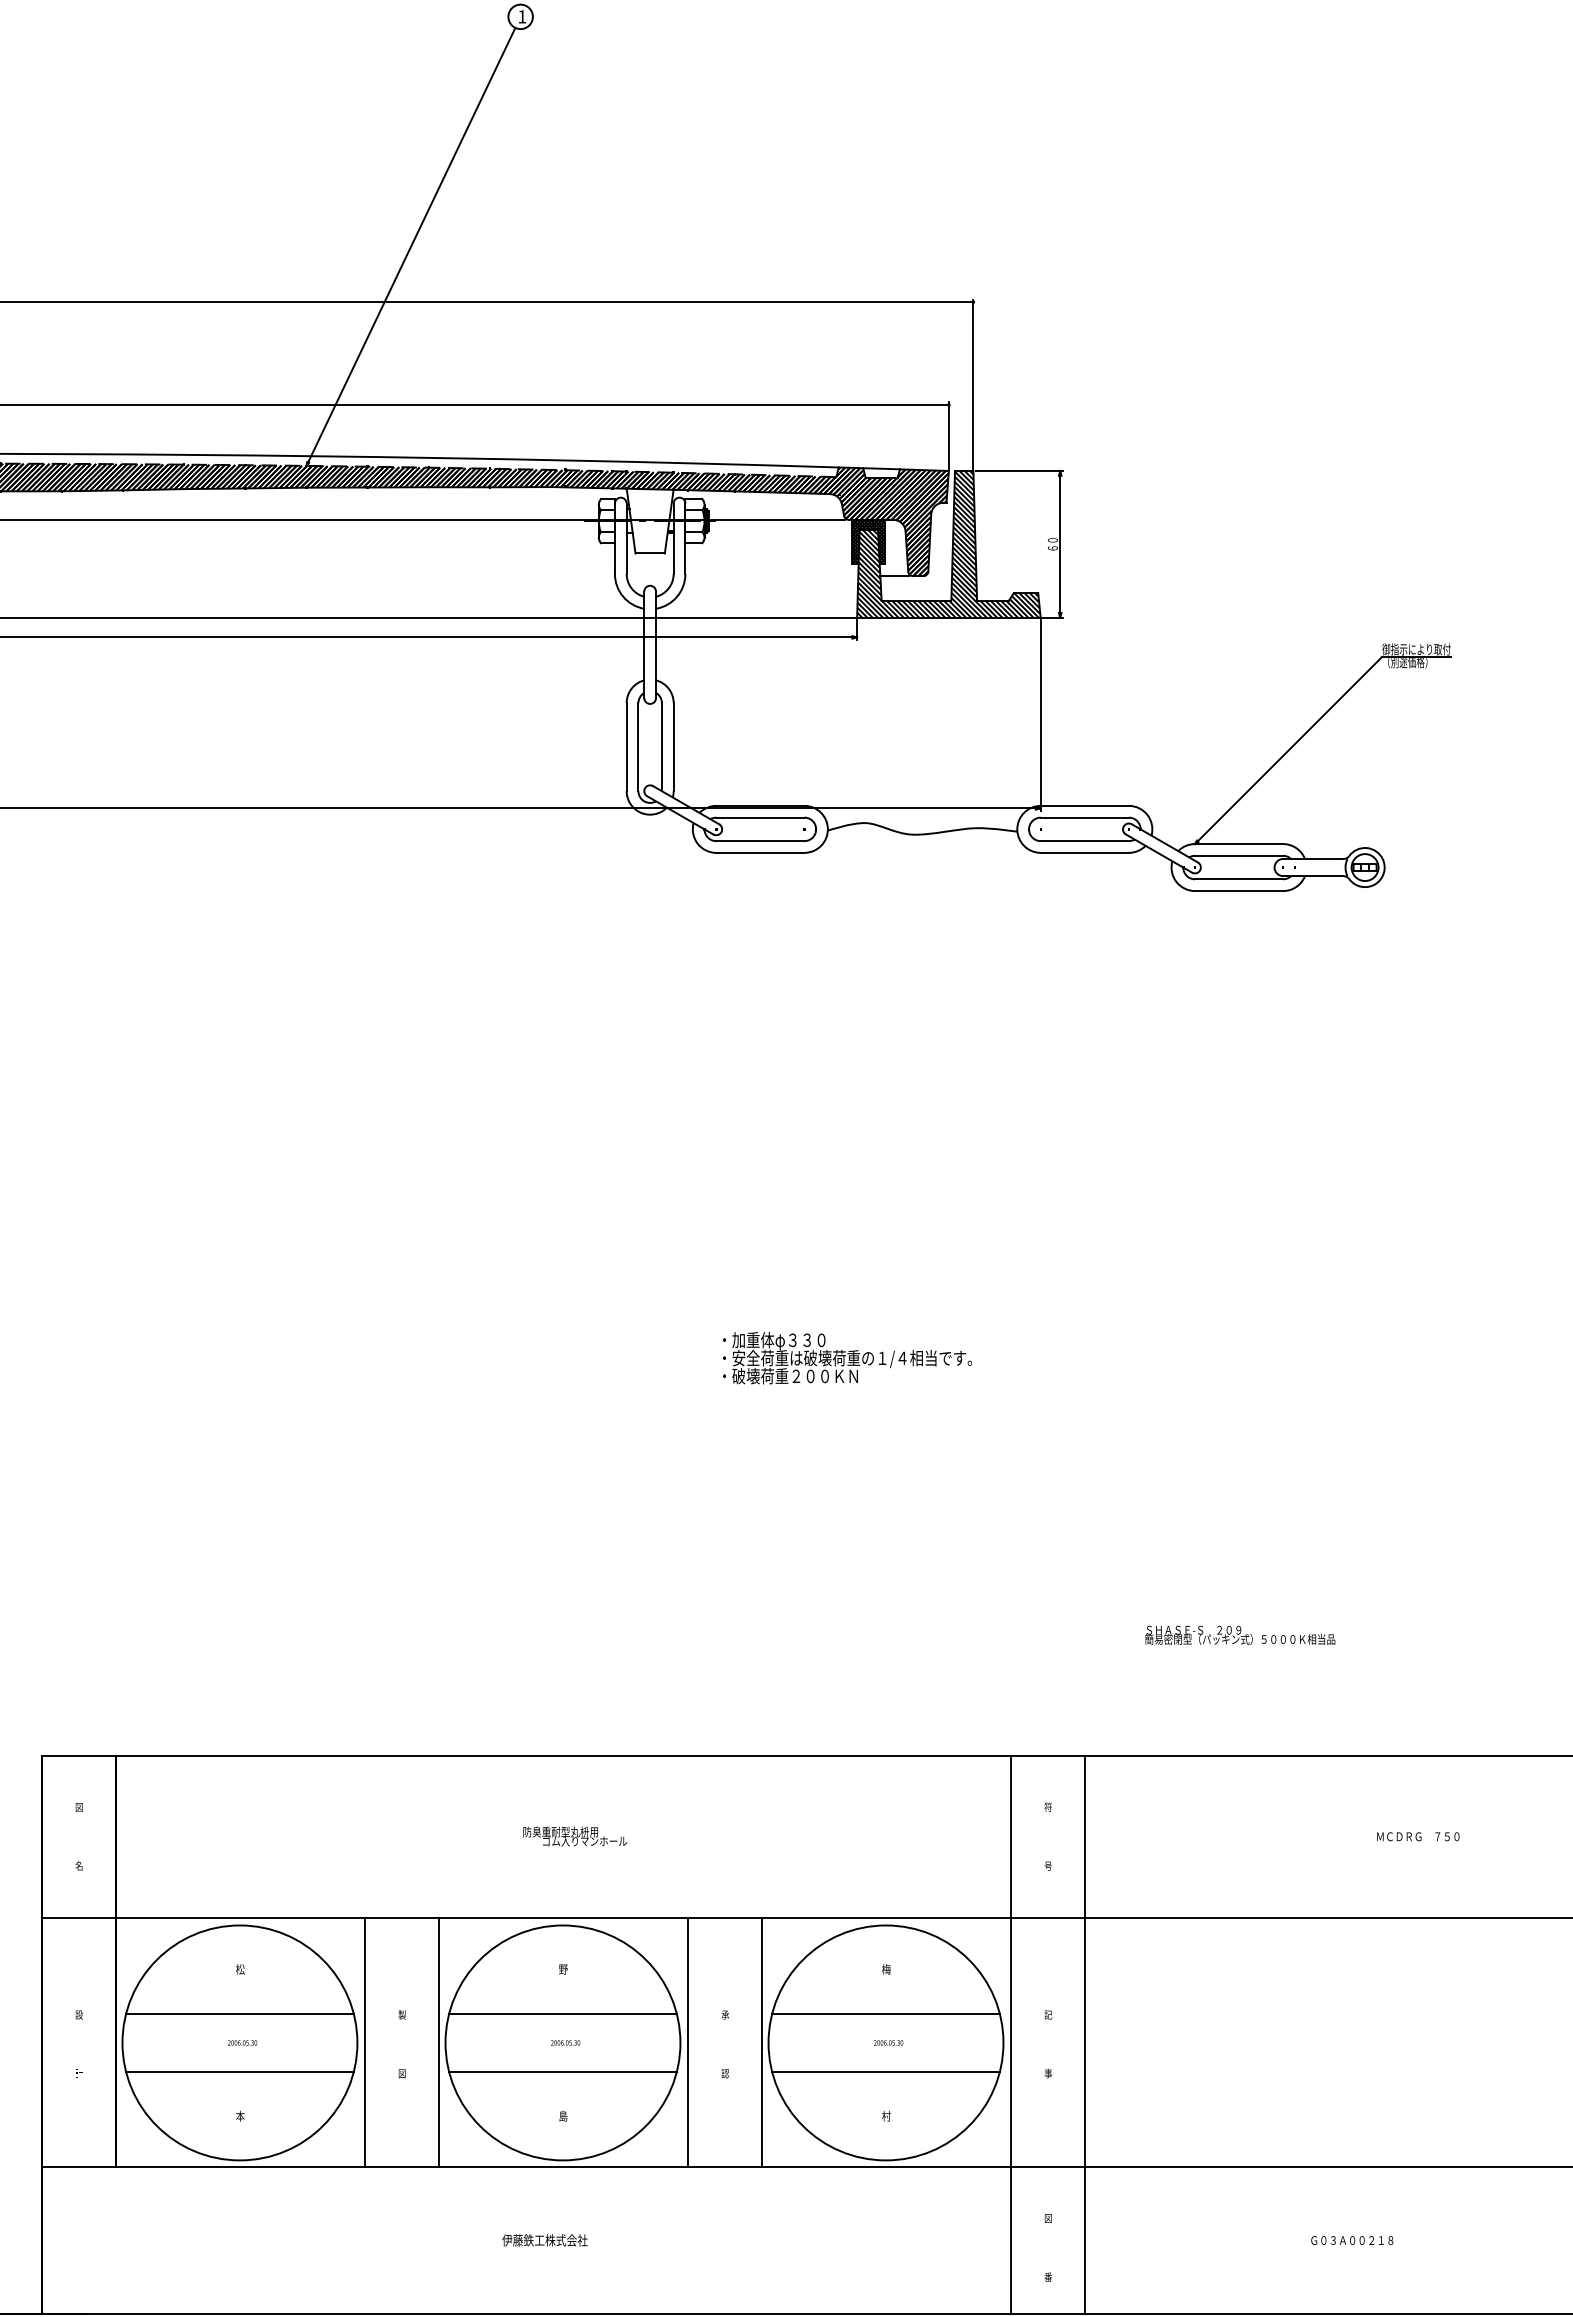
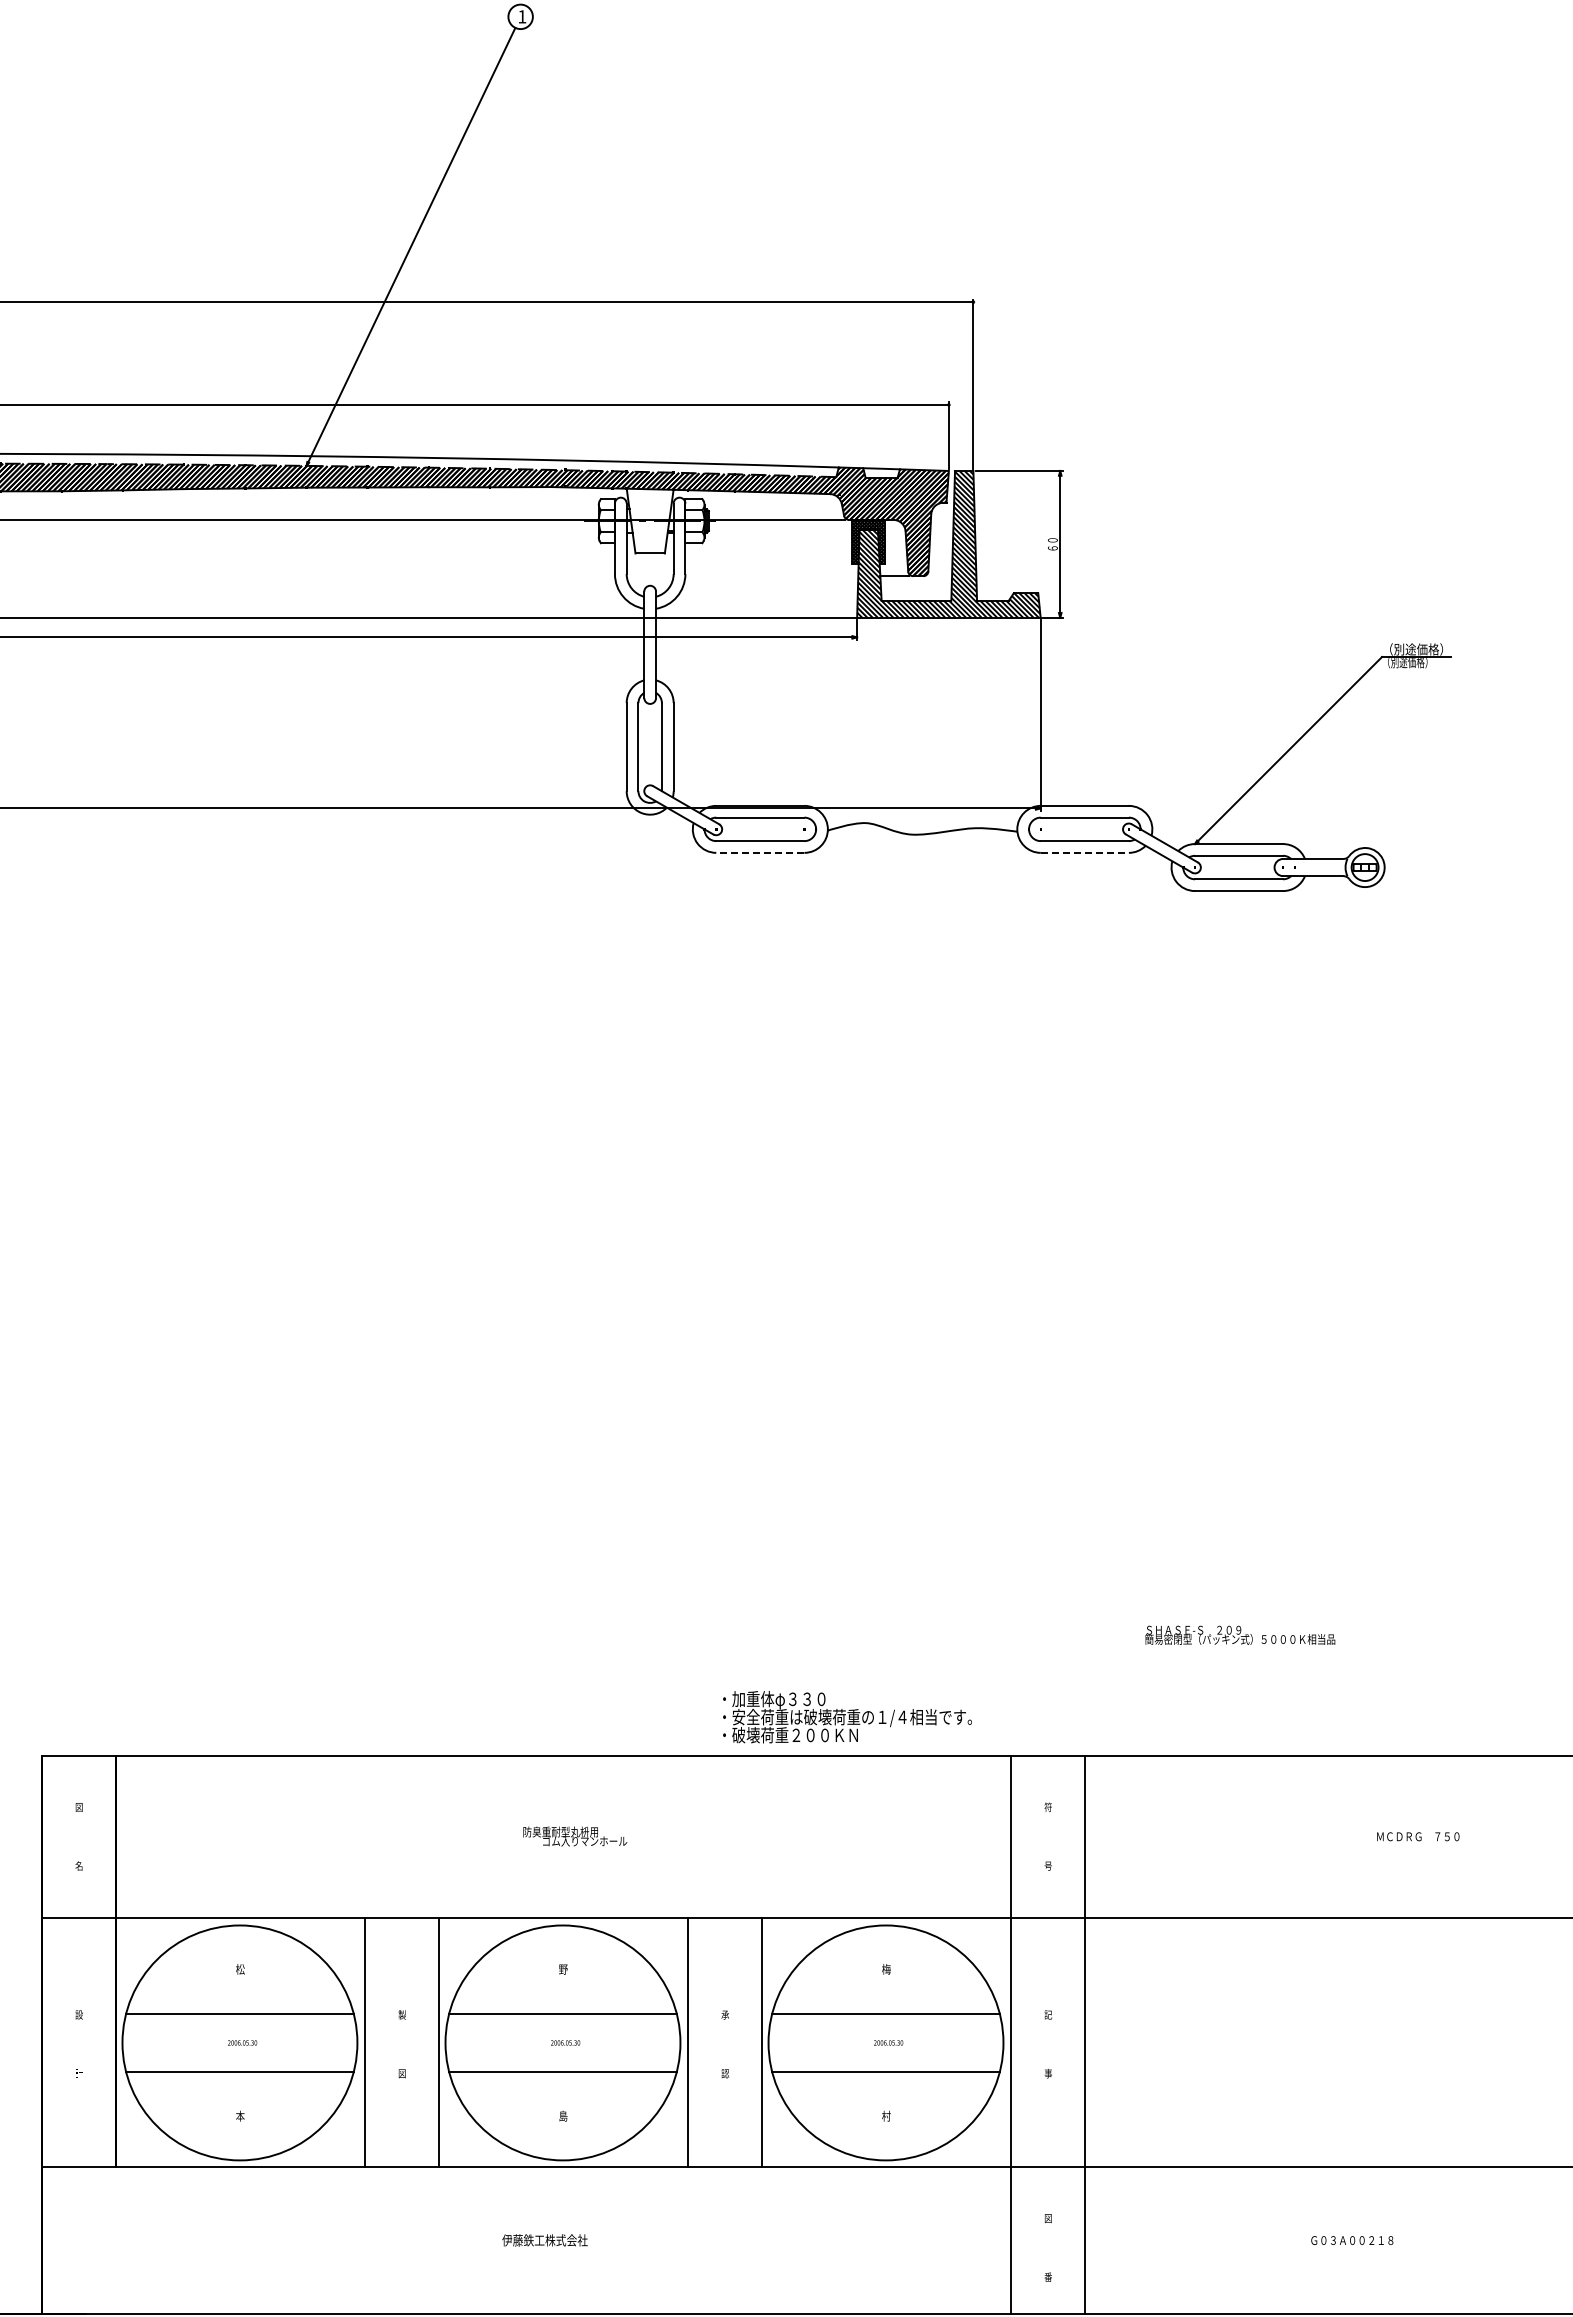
text at (1416, 649): 御指示により取付 -> （別途価格）
line at (759, 852): solid -> dashed
line at (1085, 852): solid -> dashed
text at (847, 1358) position: (847, 1358) -> (847, 1717)
